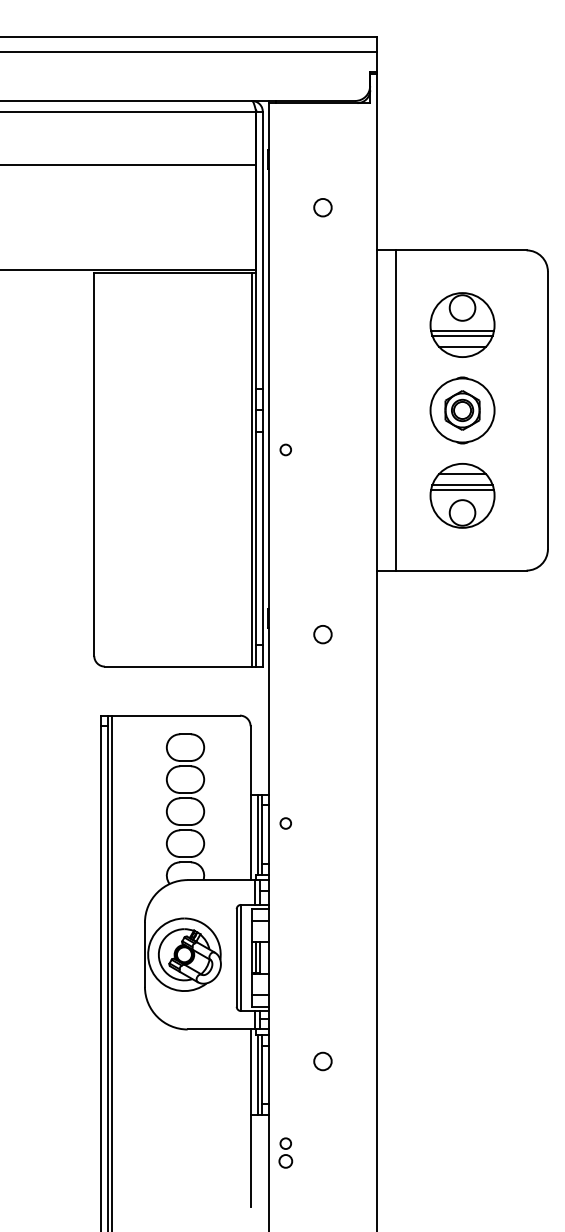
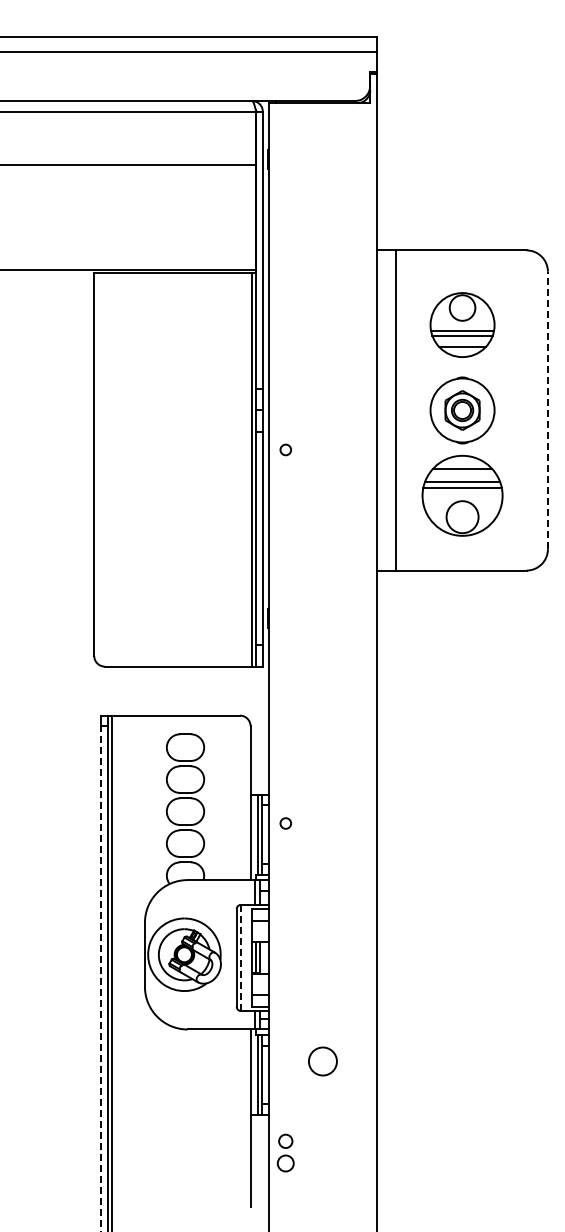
circle at (322, 207): present -> none
line at (547, 410): solid -> dashed
part at (462, 495) size: 67x66 px -> 83x83 px
circle at (322, 634): present -> none
line at (241, 958): solid -> dashed
line at (101, 978): solid -> dashed
circle at (322, 1061) size: 20x21 px -> 30x31 px
part at (285, 1152) size: 16x32 px -> 19x40 px
